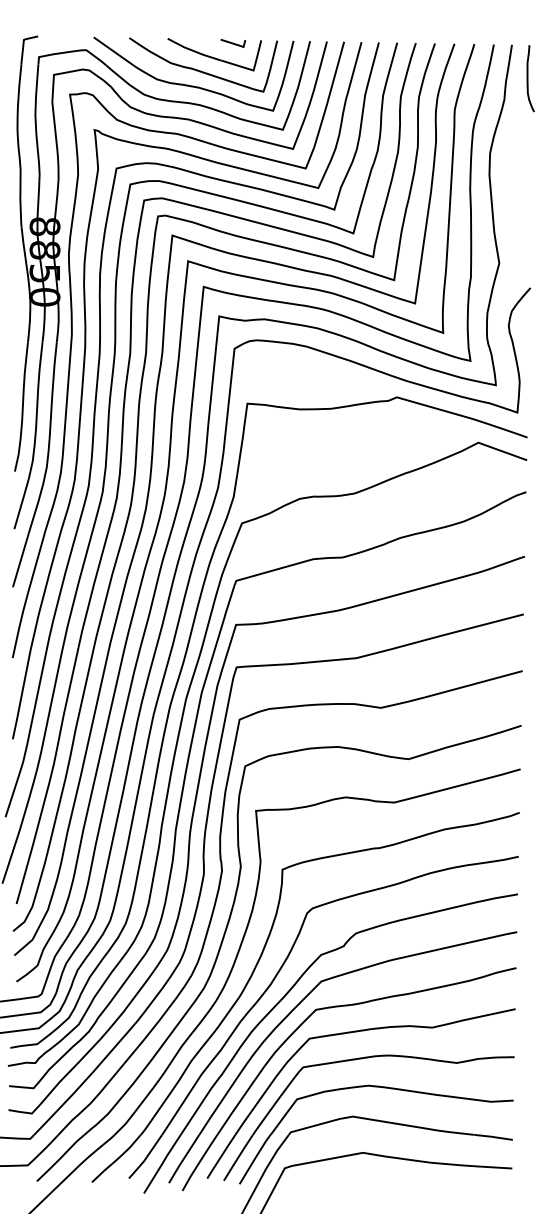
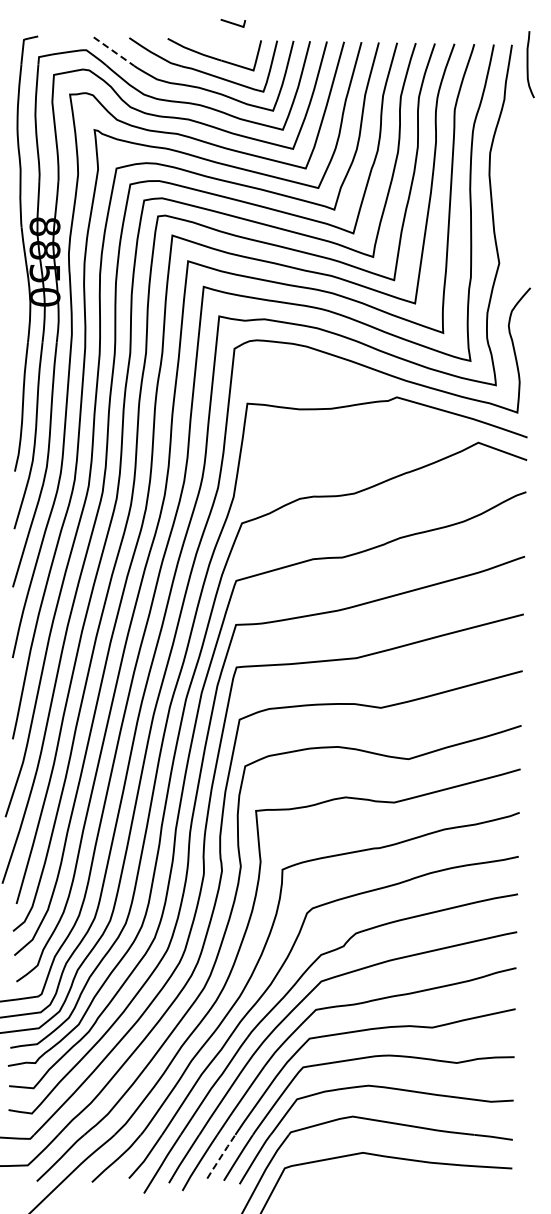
line at (233, 42) position: (233, 42) -> (233, 22)
line at (113, 51): solid -> dashed
curve at (528, 78) position: (528, 78) -> (528, 64)
line at (221, 1156): solid -> dashed
